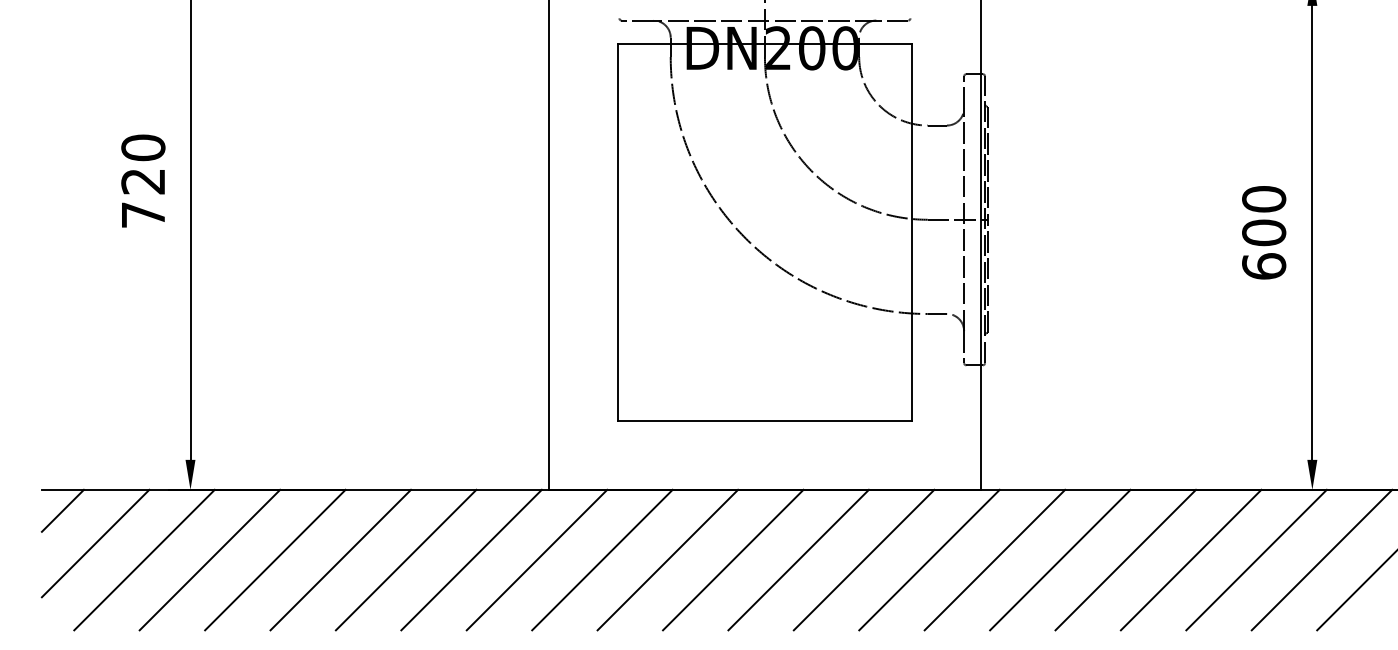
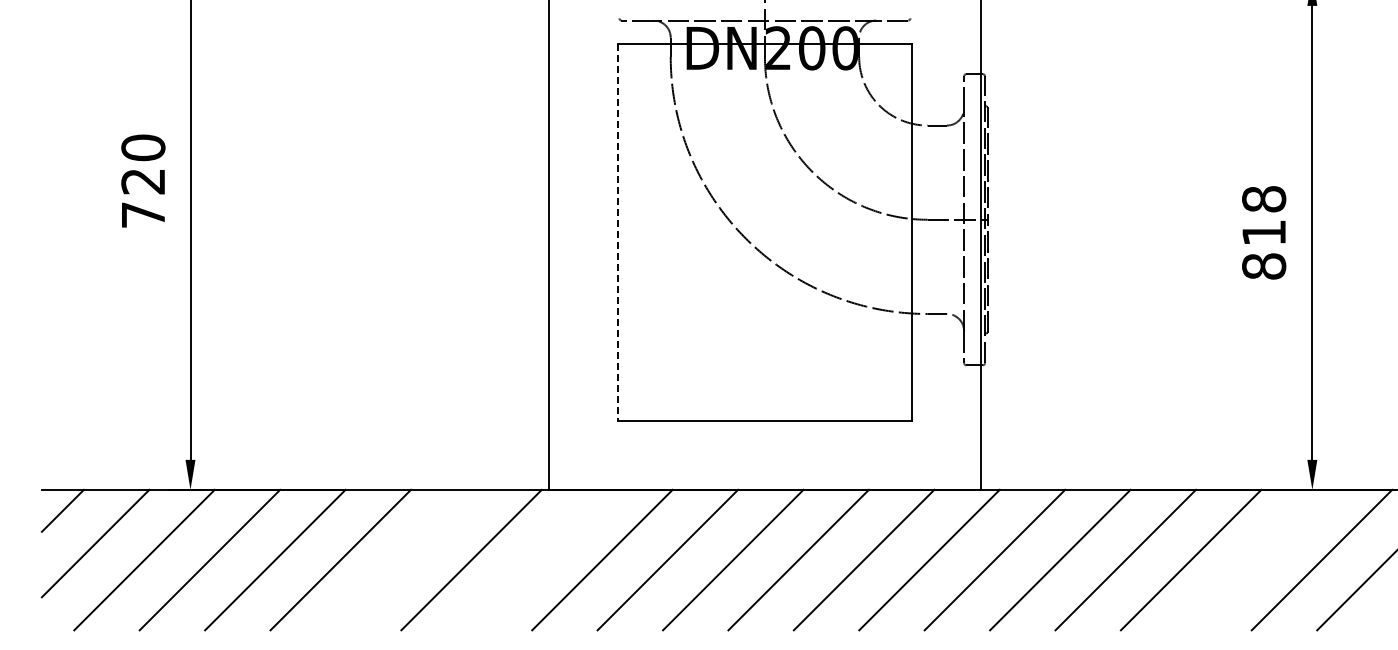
text at (1264, 232): 600 -> 818
line at (617, 233): solid -> dashed
line at (405, 559): present -> none
line at (536, 559): present -> none
line at (1256, 559): present -> none
